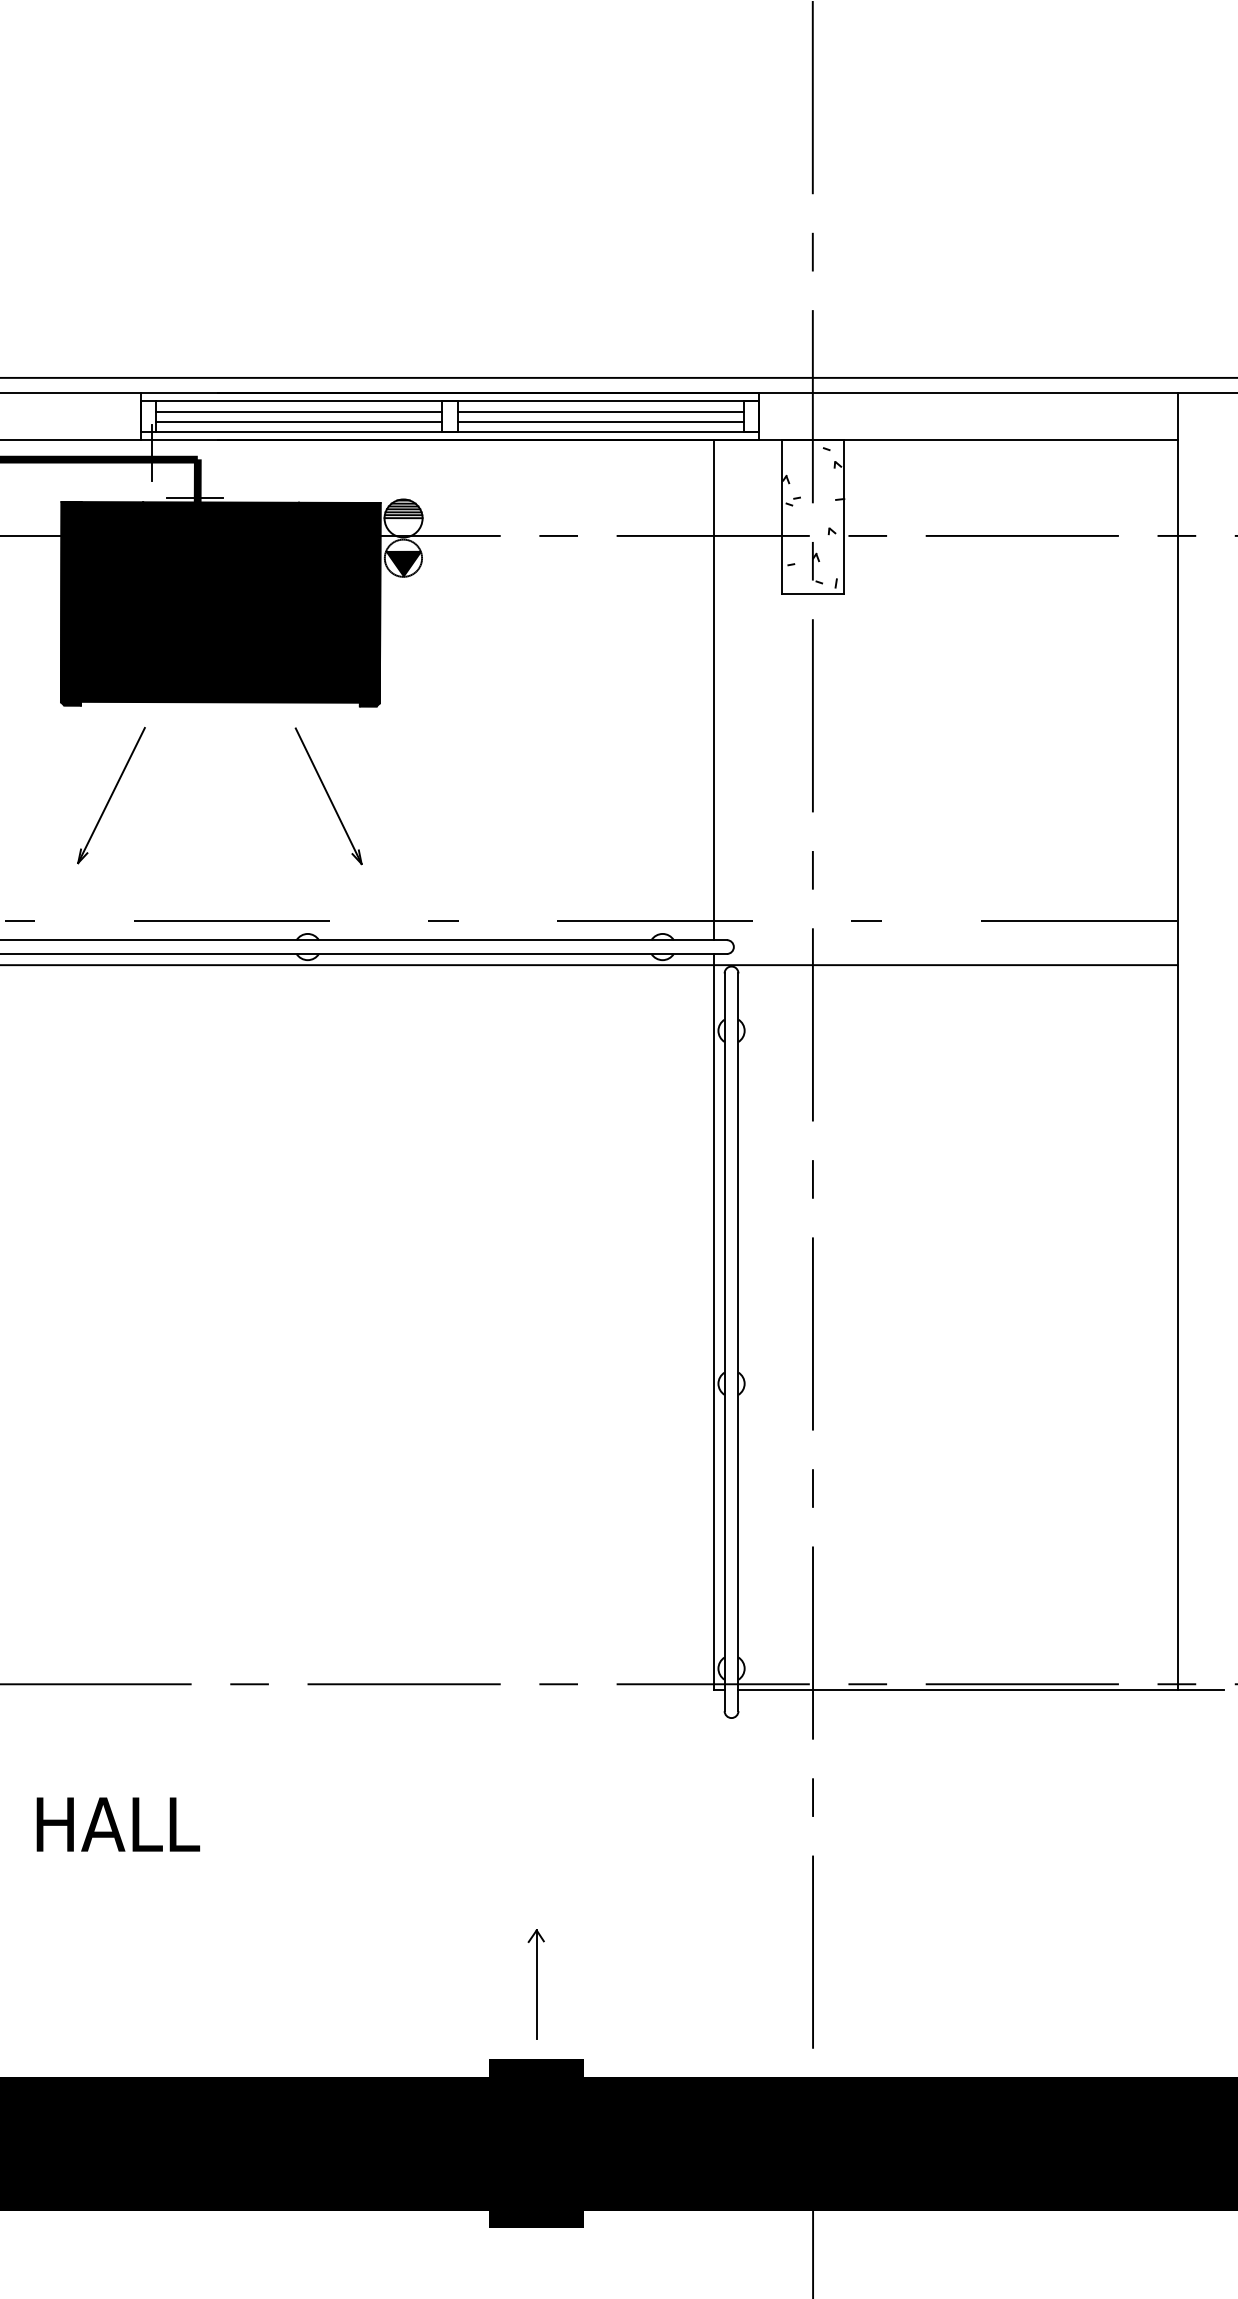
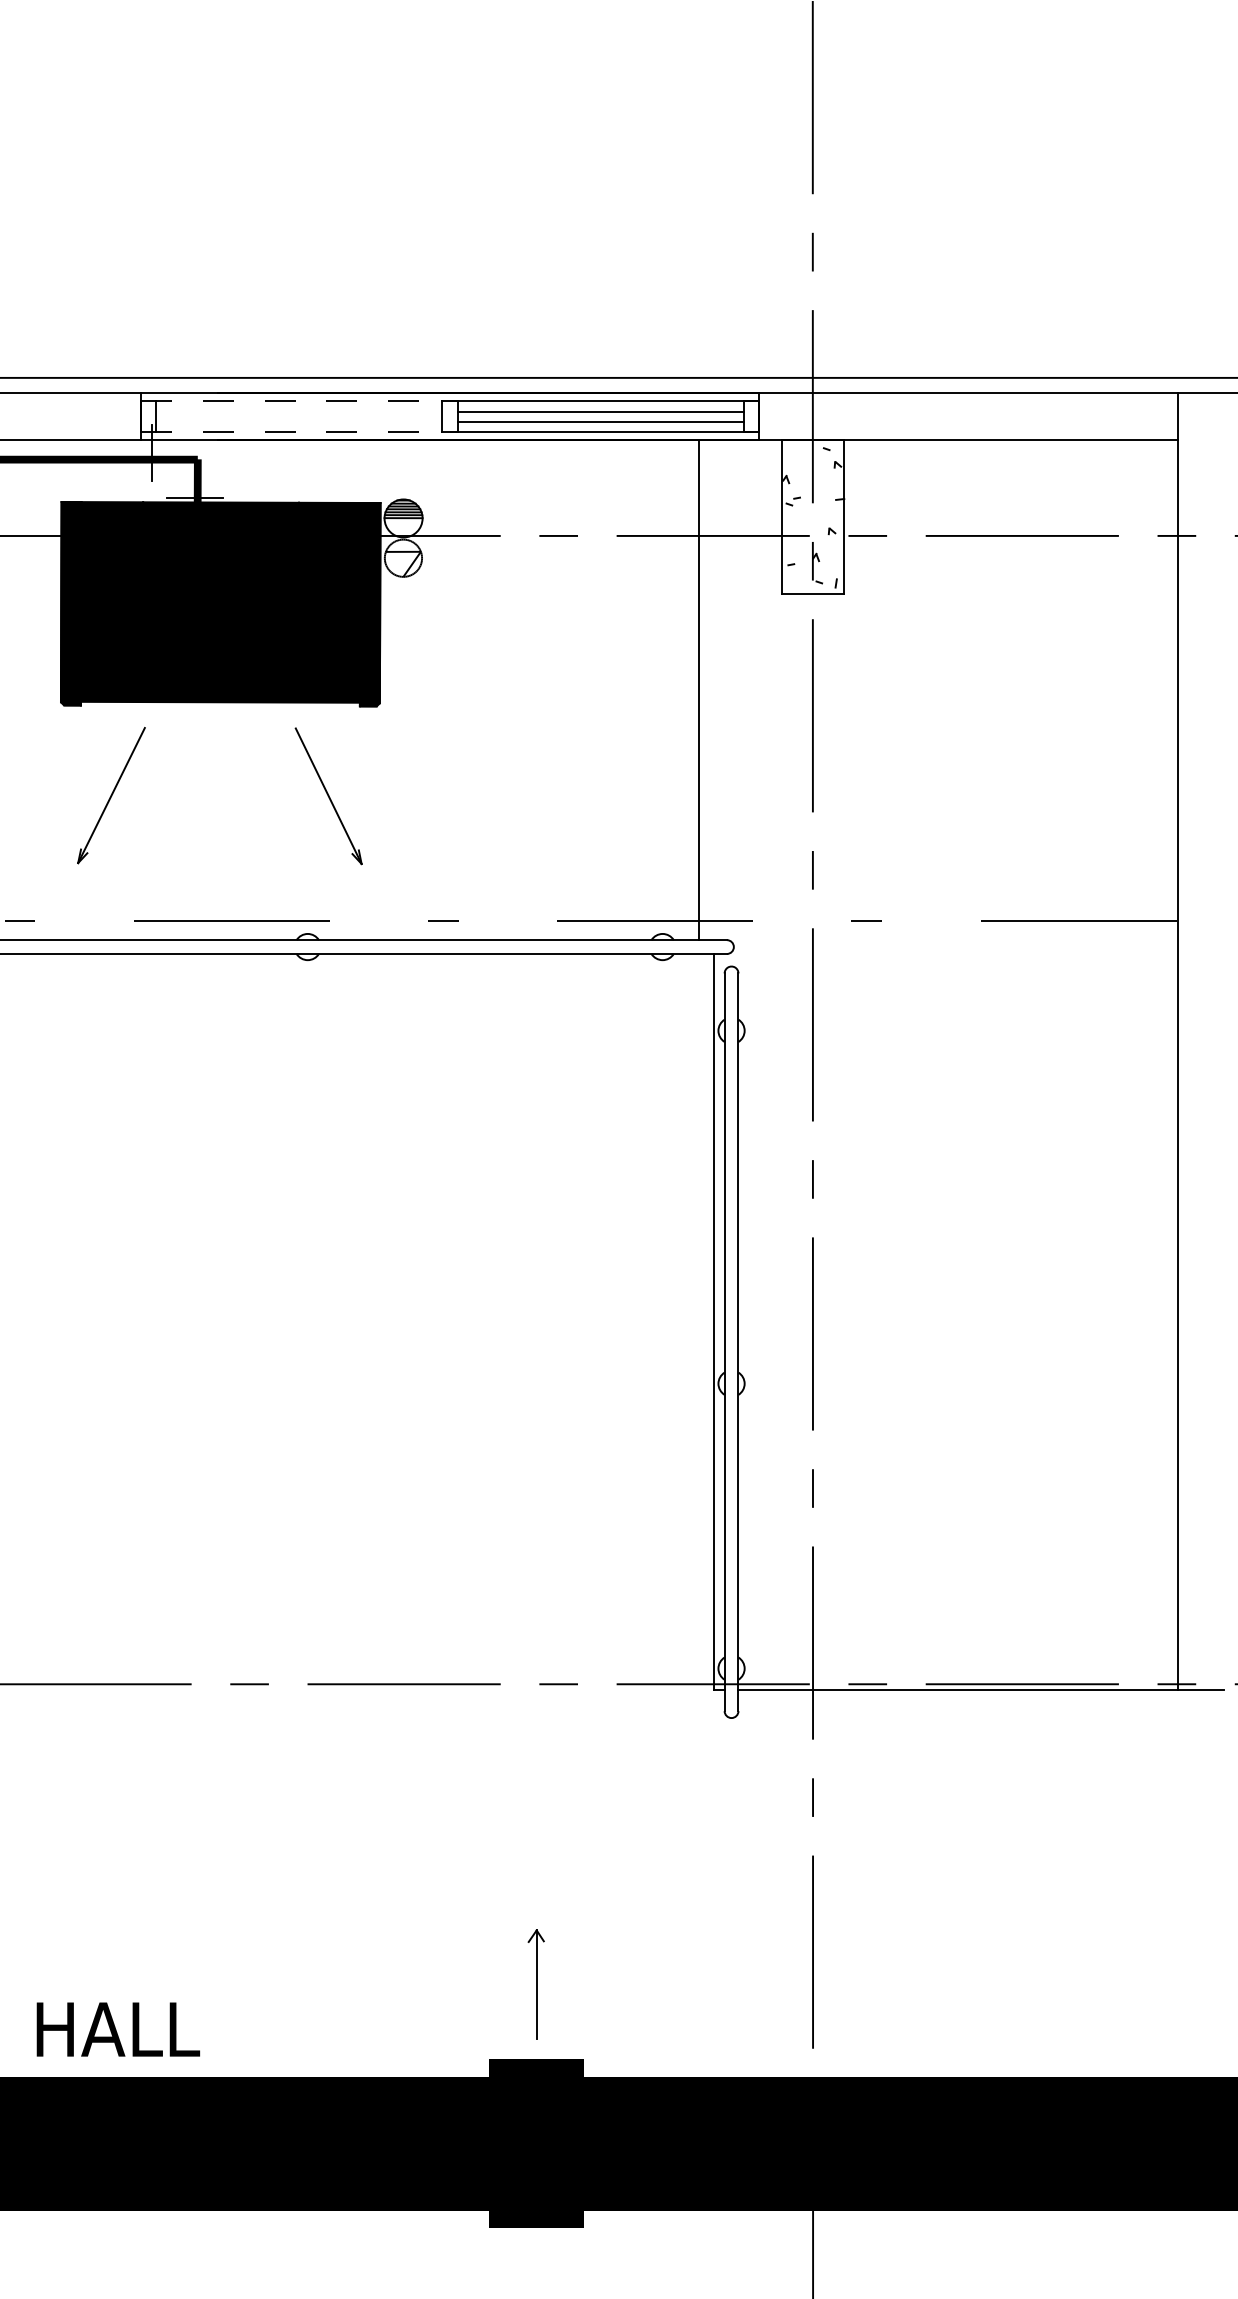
line at (299, 401): solid -> dashed
line at (299, 412): present -> none
line at (299, 421): present -> none
line at (299, 432): solid -> dashed
fill at (402, 563): present -> none
line at (713, 689) position: (713, 689) -> (698, 689)
line at (589, 965): present -> none
text at (118, 1824) position: (118, 1824) -> (118, 2029)
